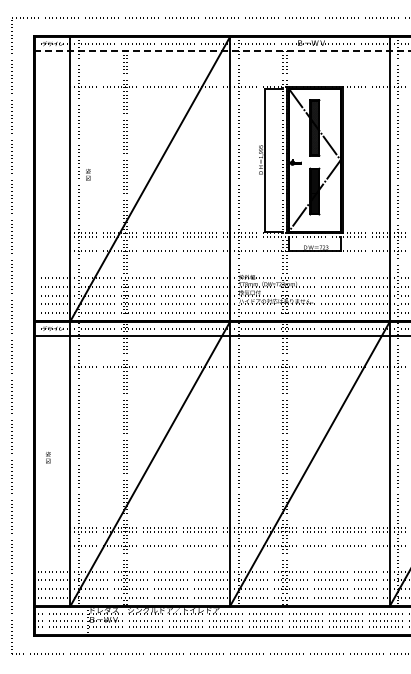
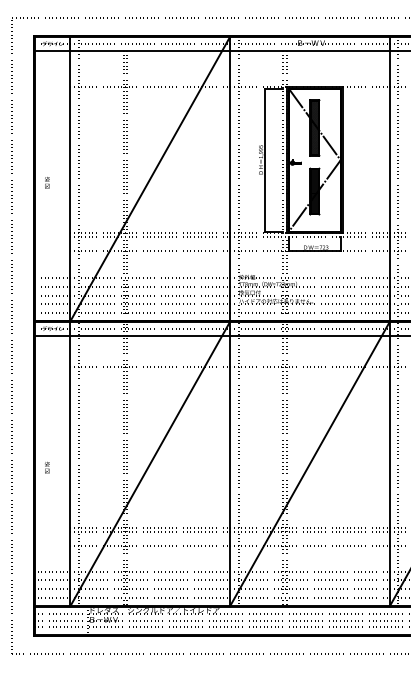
line at (222, 51): dashed -> solid
text at (88, 174) position: (88, 174) -> (47, 182)
text at (48, 457) position: (48, 457) -> (47, 467)
